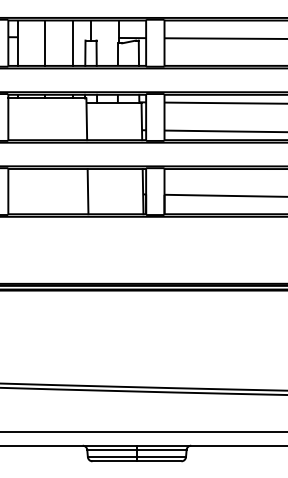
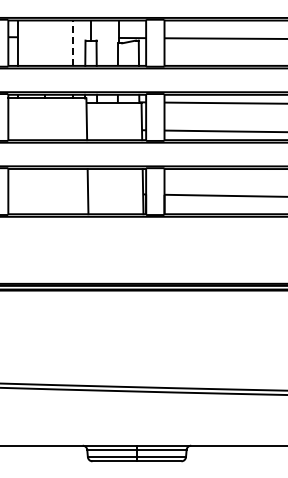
line at (45, 42): present -> none
line at (72, 43): solid -> dashed
line at (143, 431): present -> none
